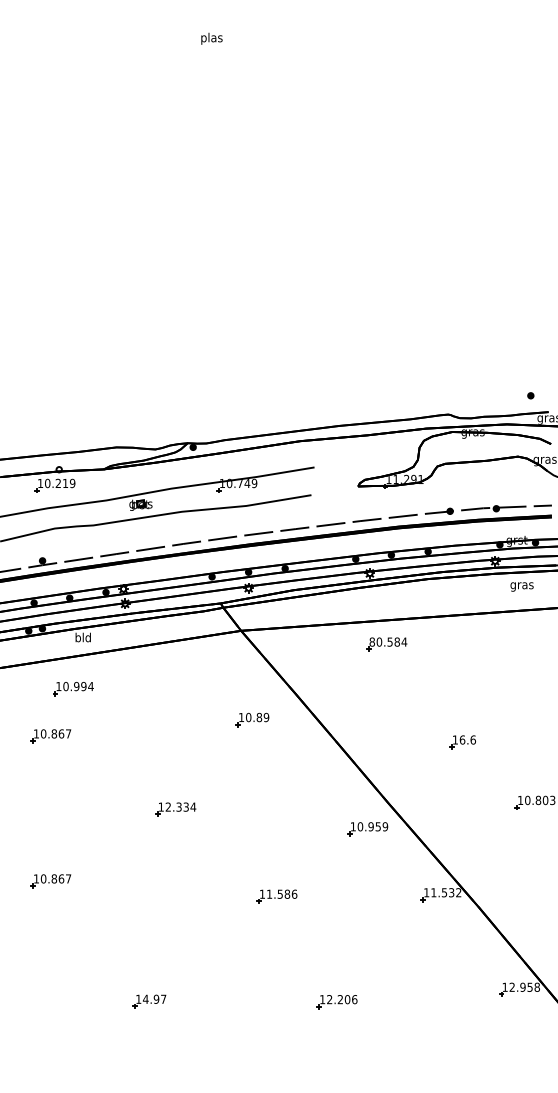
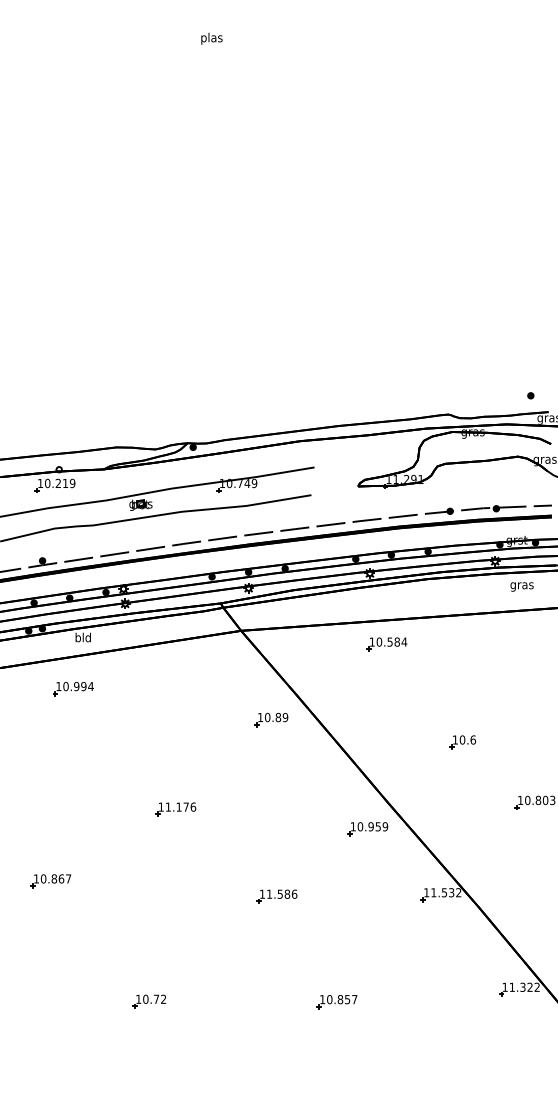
text at (371, 641): 80.584 -> 10.584
part at (252, 719) position: (252, 719) -> (271, 719)
part at (50, 736): present -> none
text at (462, 739): 16.6 -> 10.6
text at (180, 806): 12.334 -> 11.176
text at (524, 986): 12.958 -> 11.322
text at (154, 998): 14.97 -> 10.72
text at (342, 999): 12.206 -> 10.857
